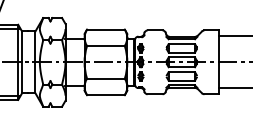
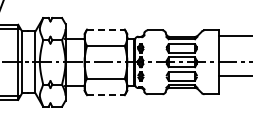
line at (105, 29): solid -> dashed
line at (233, 88) position: (233, 88) -> (233, 76)
line at (105, 95): solid -> dashed
